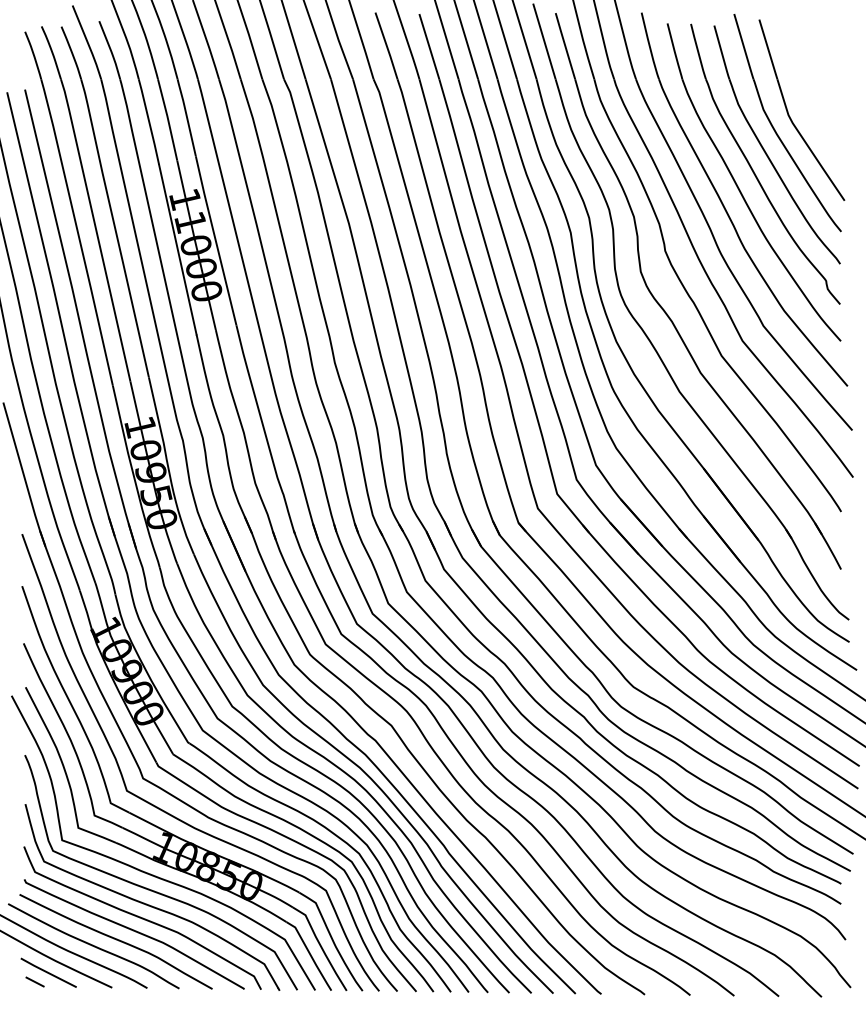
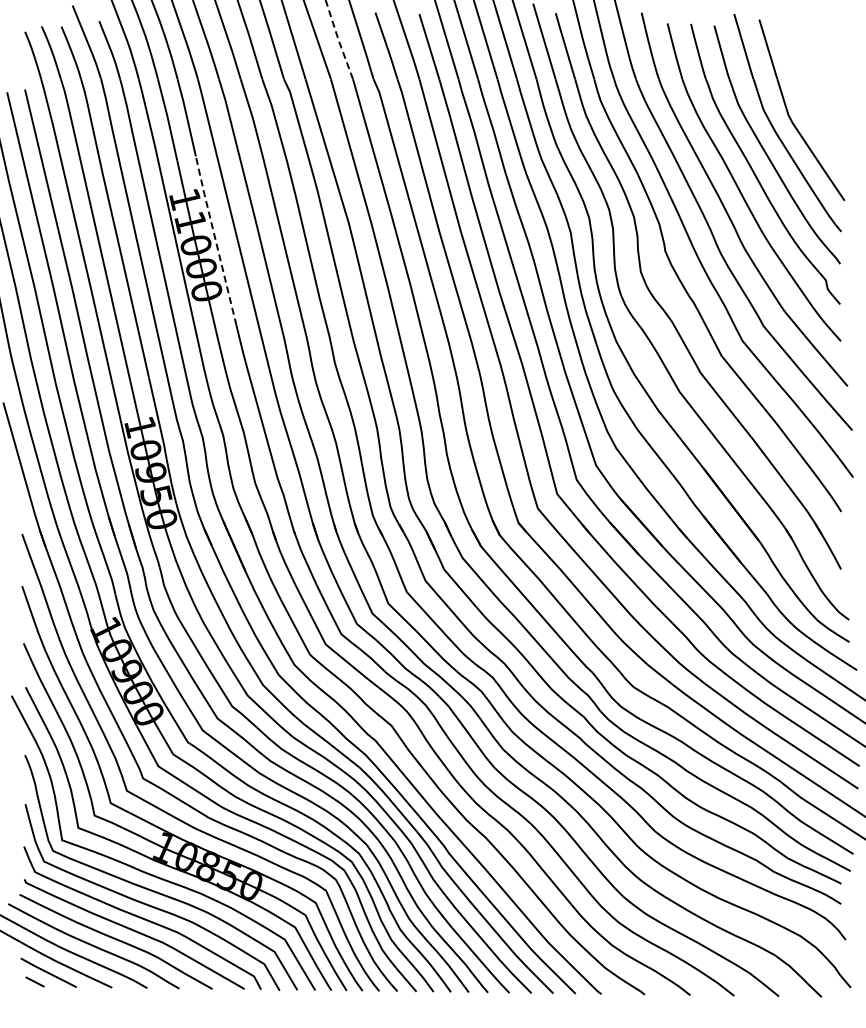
line at (338, 40): solid -> dashed
line at (215, 239): solid -> dashed
